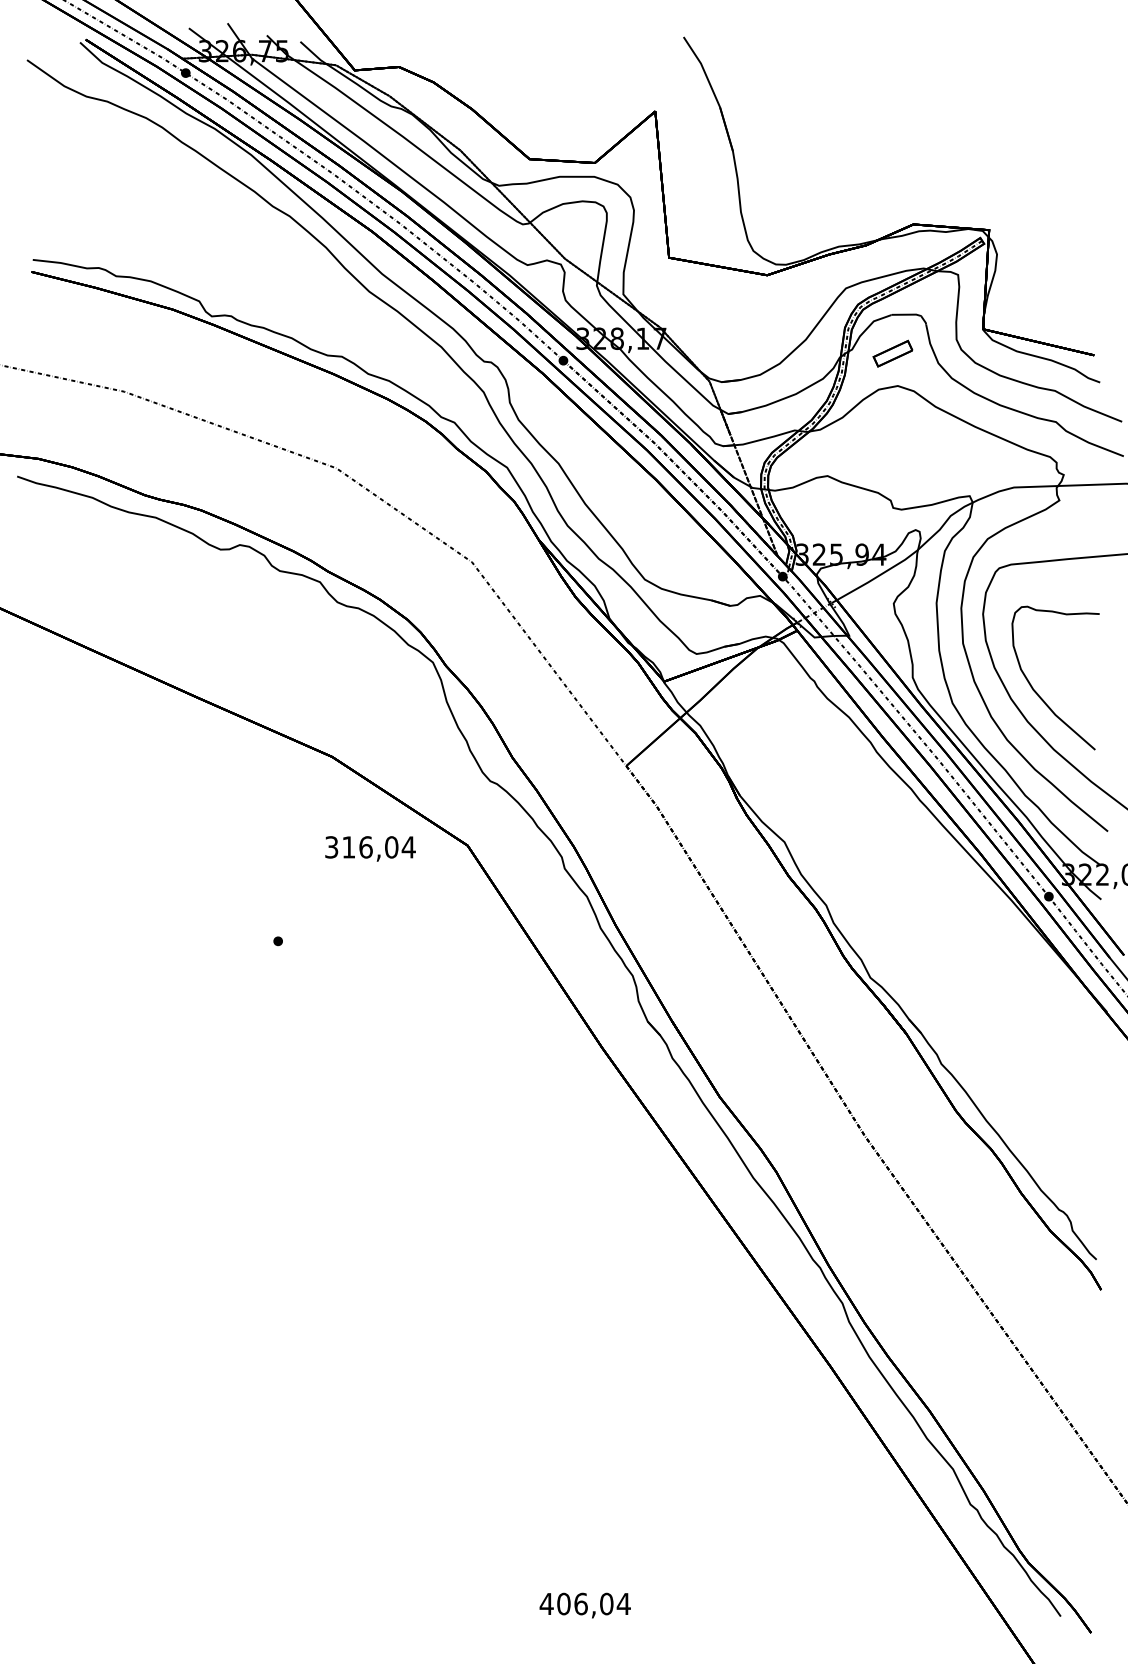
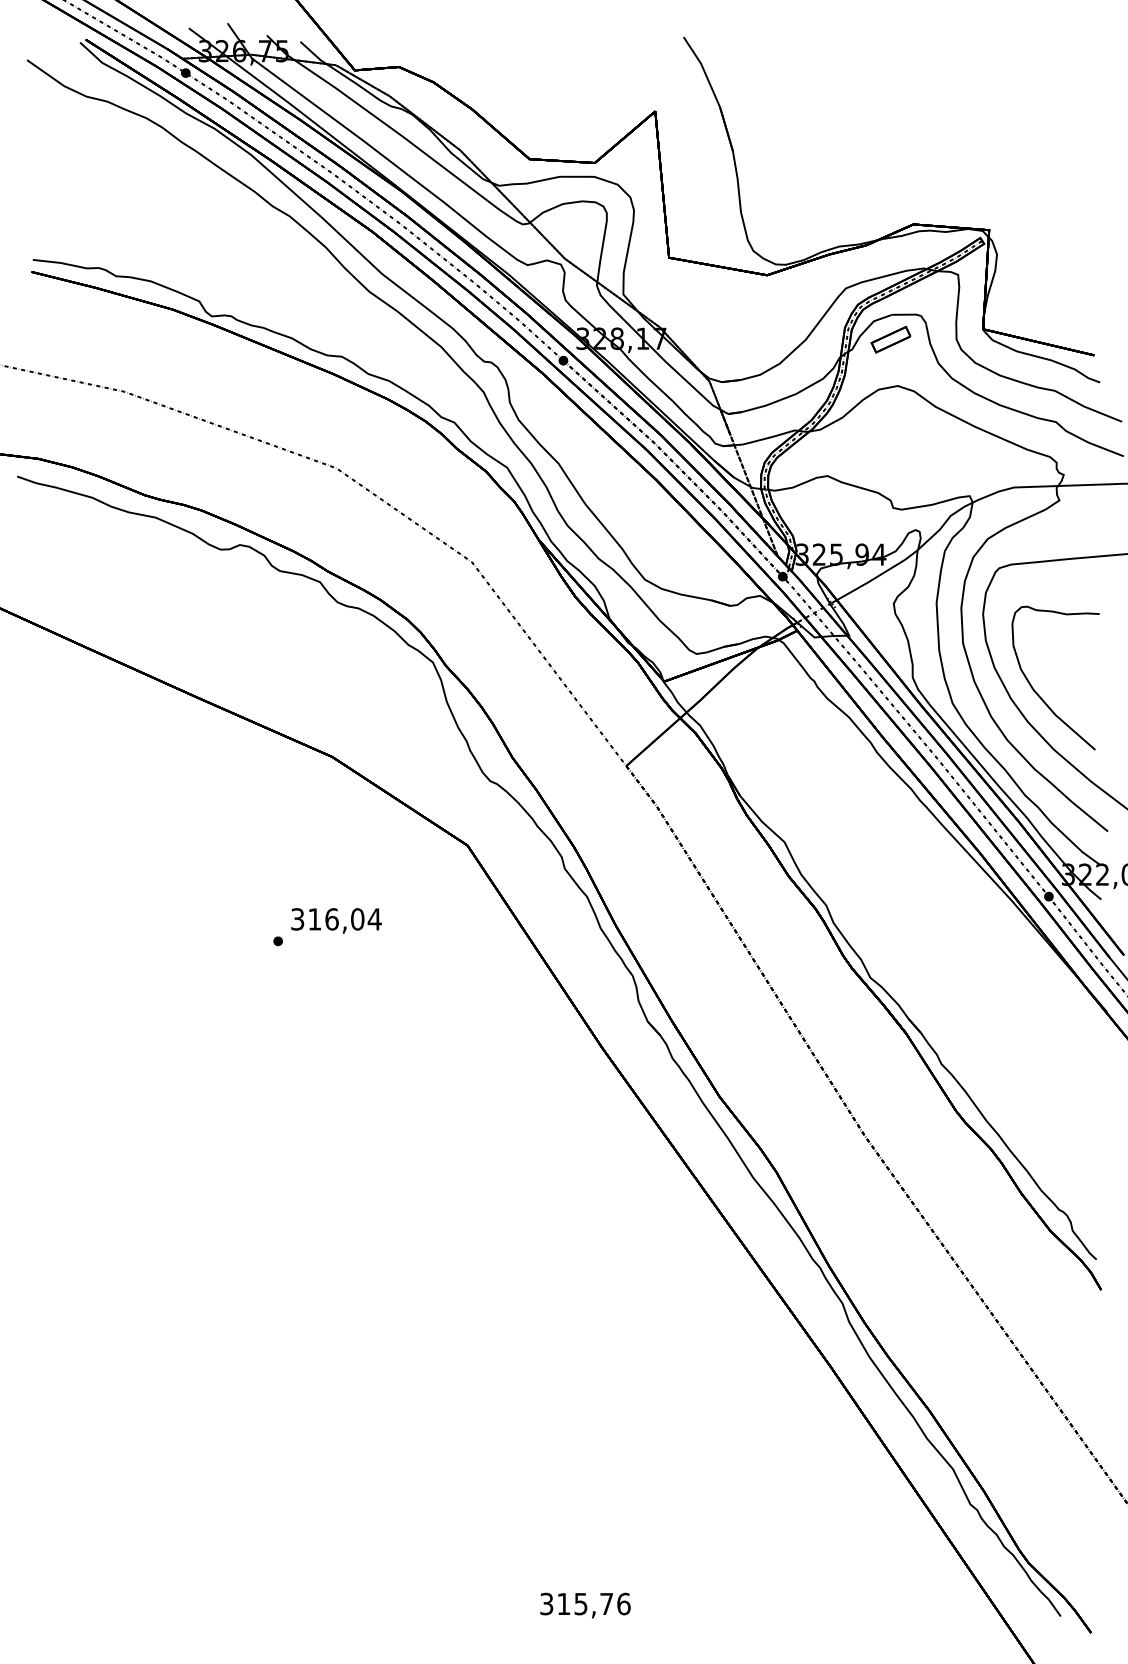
part at (892, 353) position: (892, 353) -> (890, 339)
text at (370, 848) position: (370, 848) -> (336, 920)
text at (584, 1603): 406,04 -> 315,76
